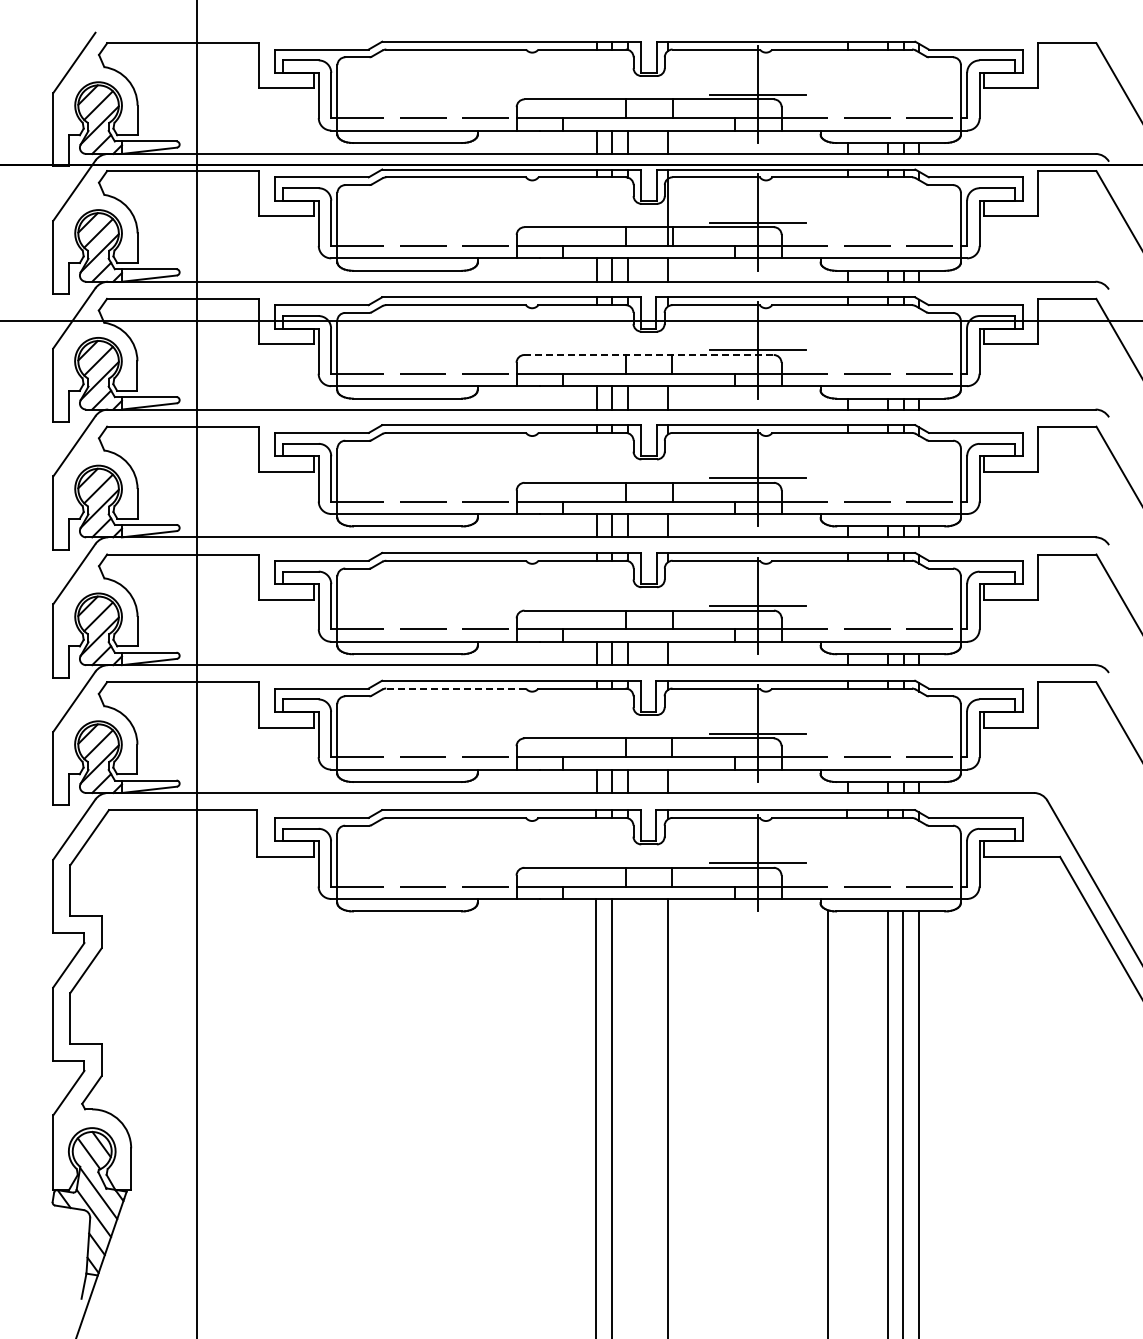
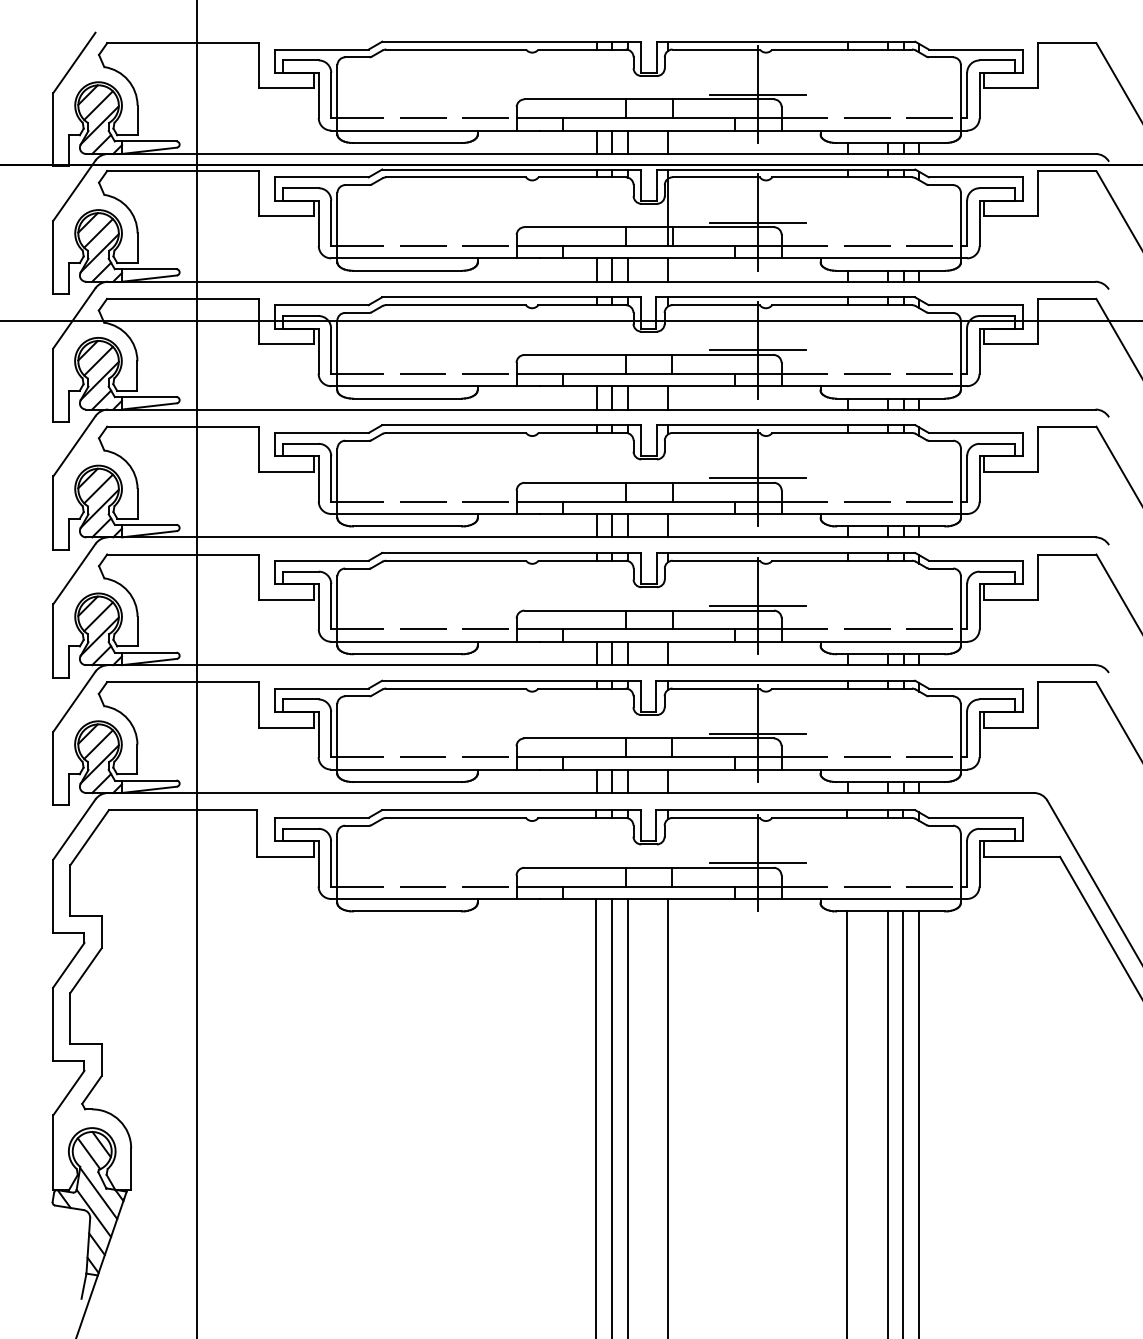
line at (649, 355): dashed -> solid
line at (456, 688): dashed -> solid
line at (627, 1116): none -> present
line at (828, 1123) position: (828, 1123) -> (847, 1123)
